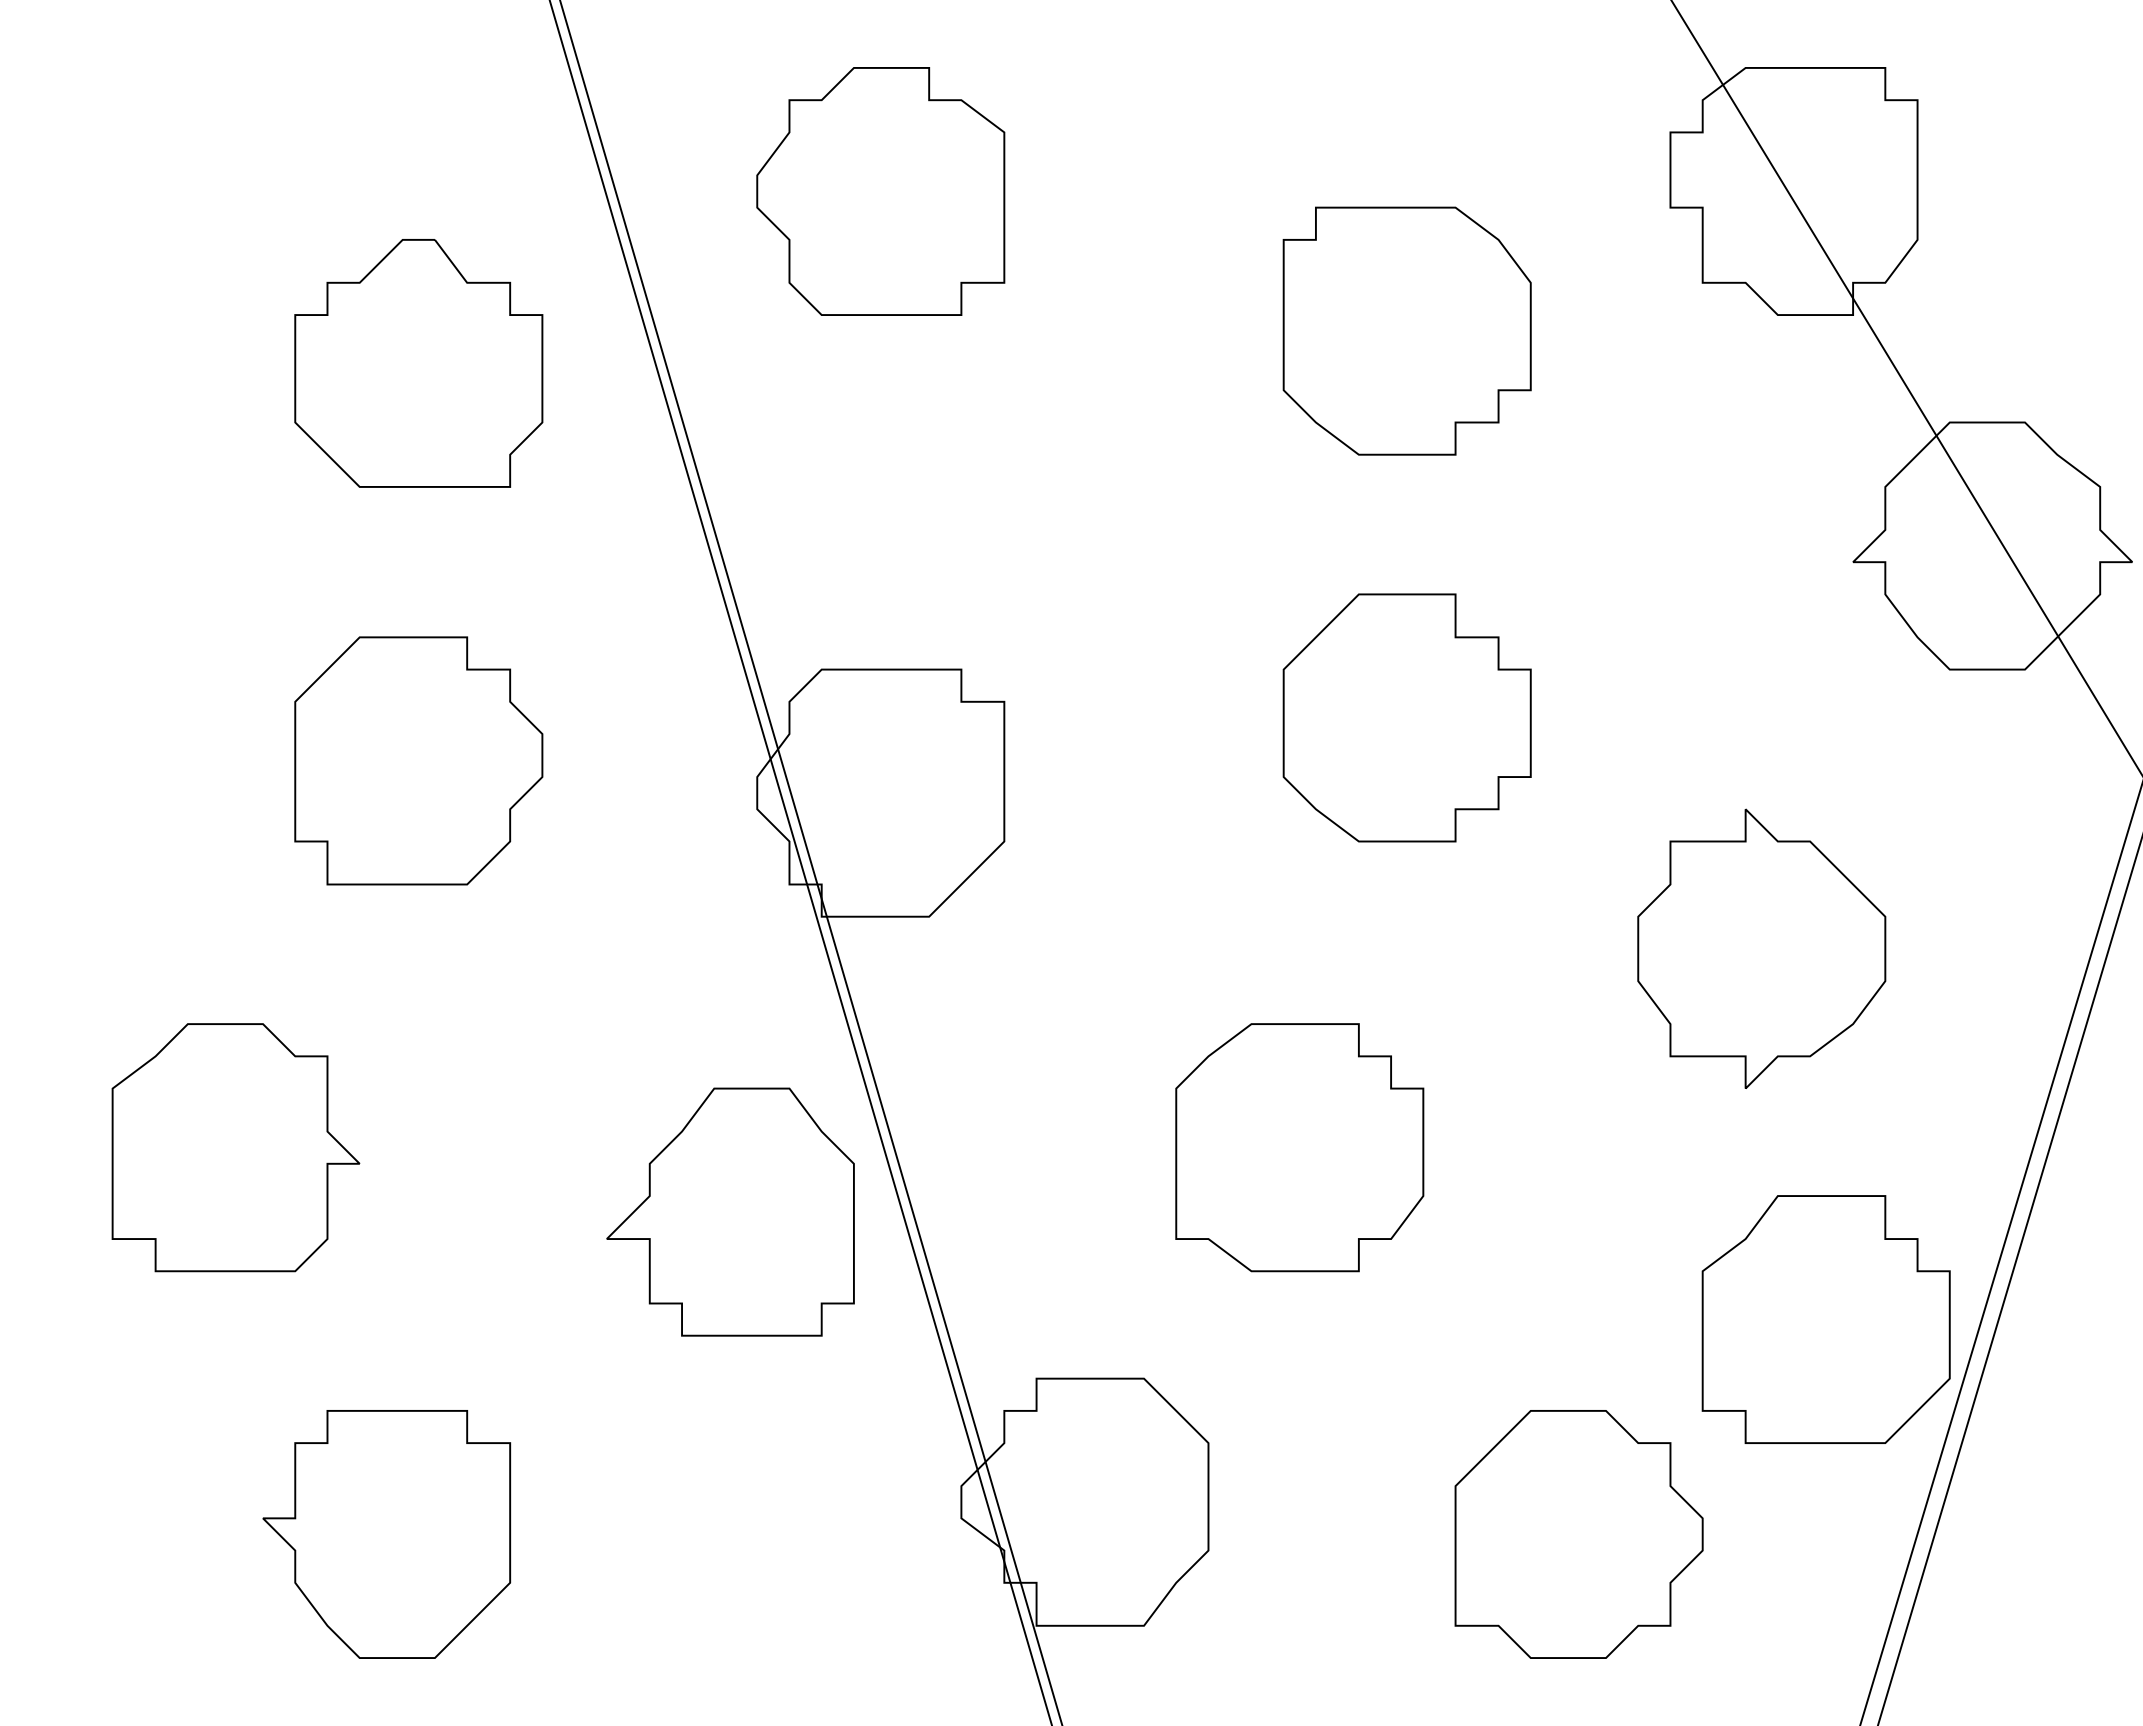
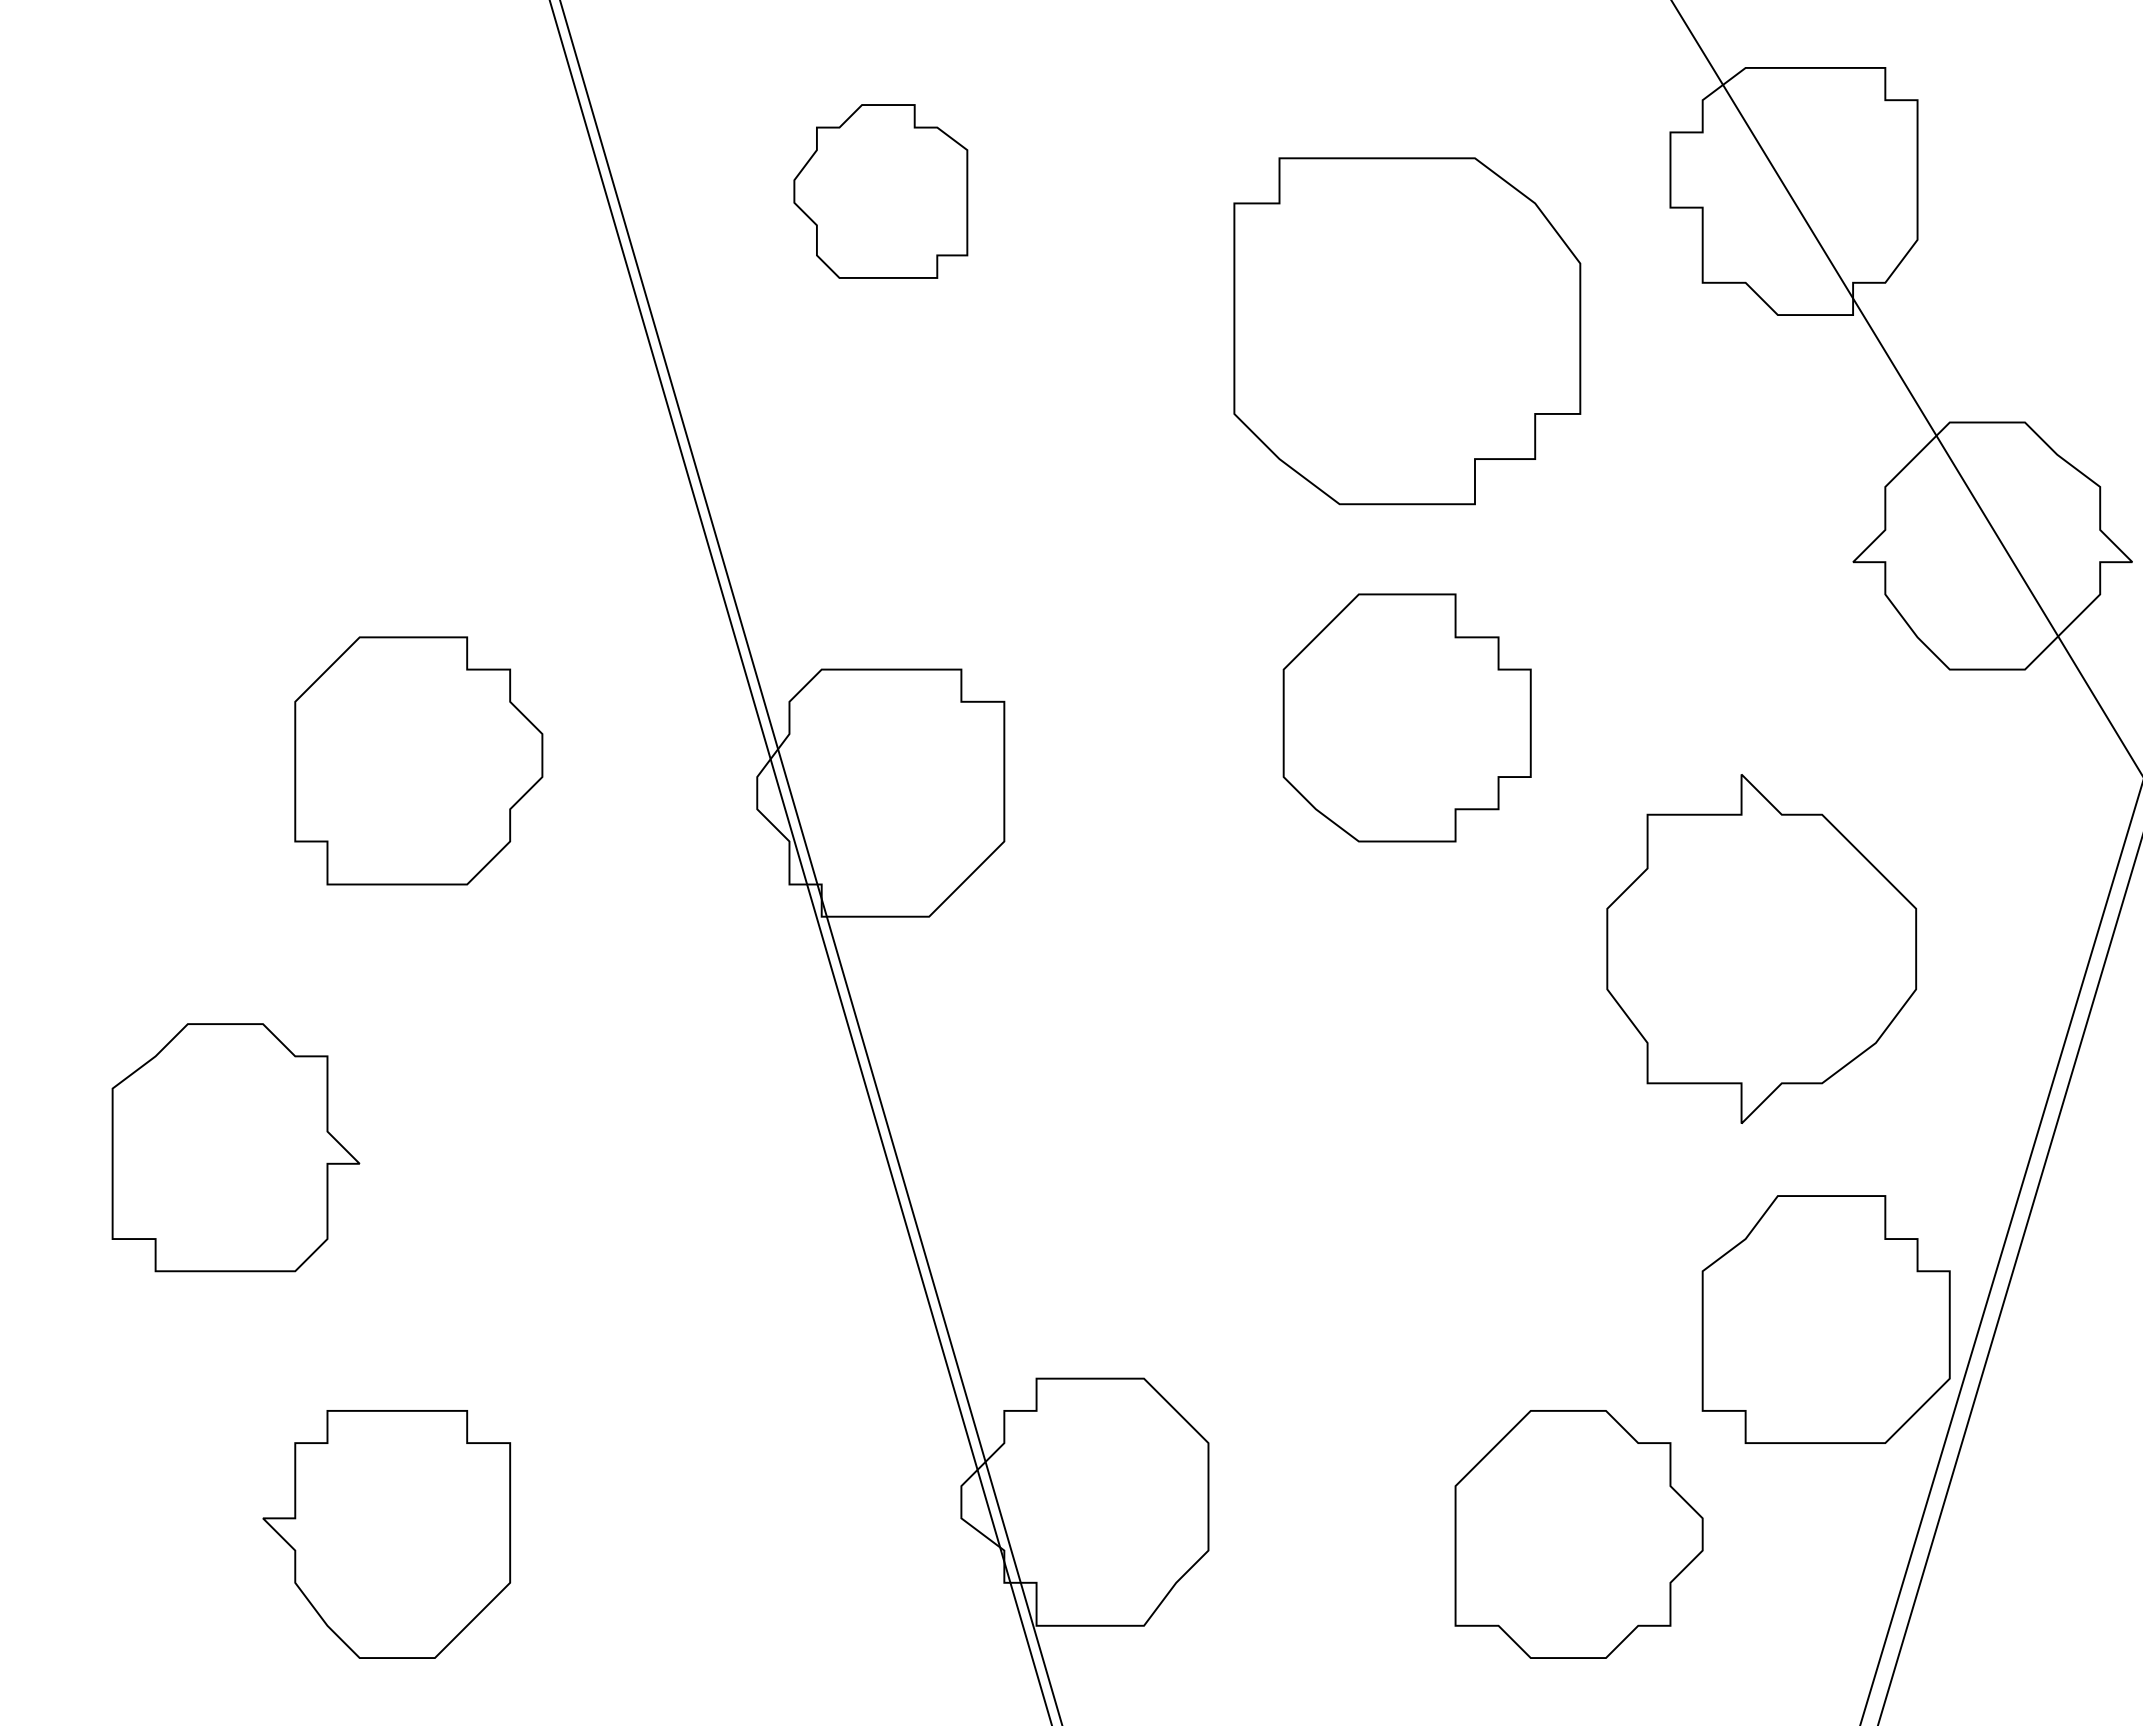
part at (880, 191) size: 250x249 px -> 176x175 px
part at (1406, 330) size: 250x250 px -> 349x349 px
part at (418, 363): present -> none
part at (1761, 948) size: 250x281 px -> 312x350 px
part at (1299, 1147): present -> none
part at (730, 1211): present -> none
